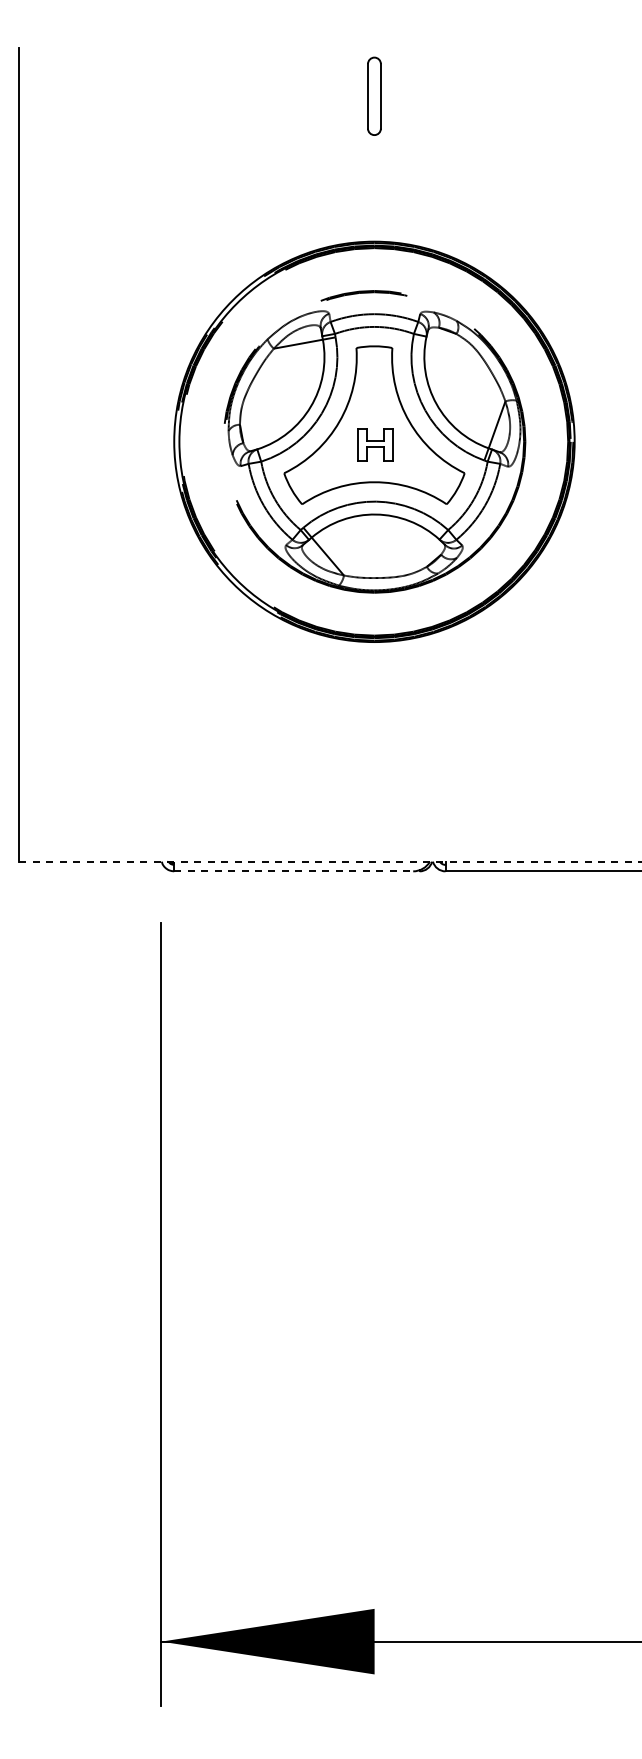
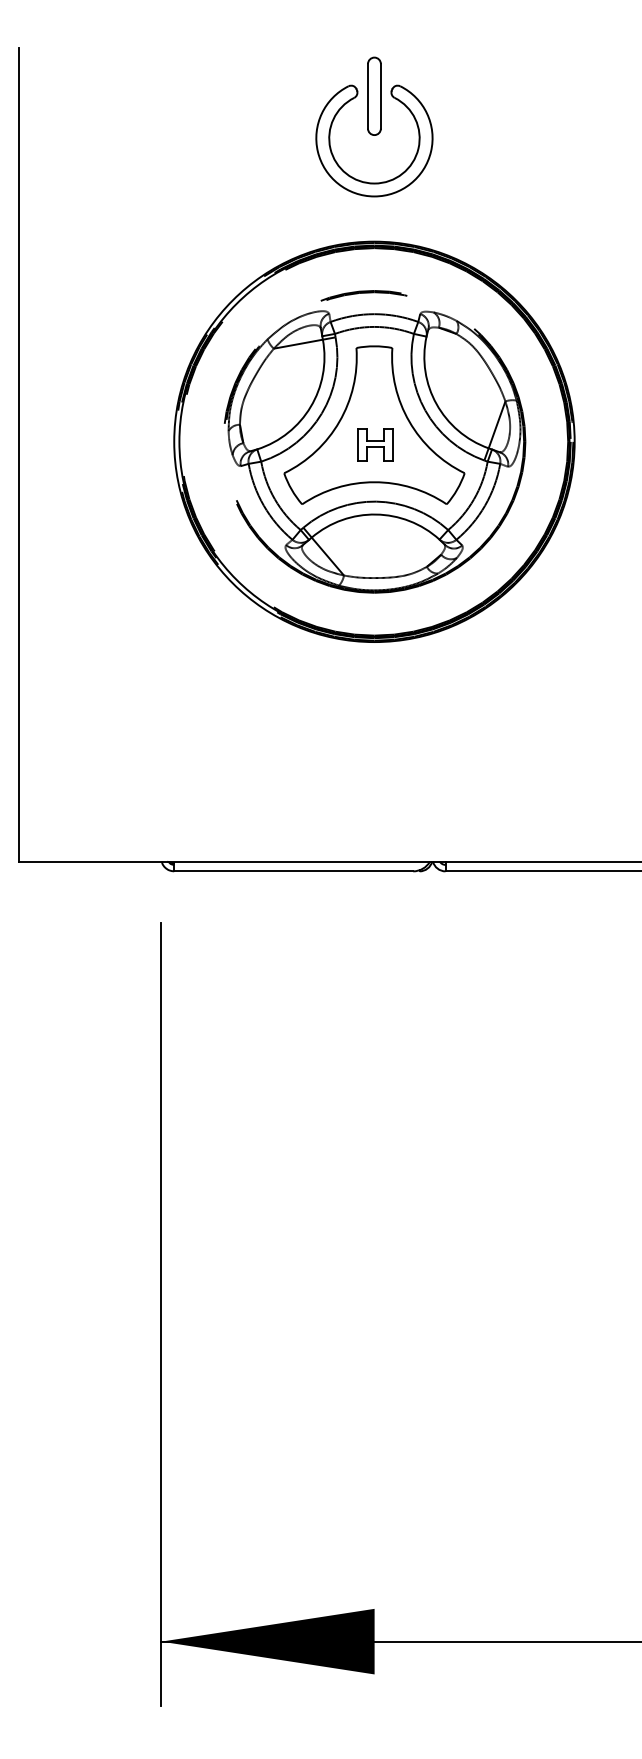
part at (366, 181): none -> present
line at (330, 861): dashed -> solid
line at (294, 871): dashed -> solid
